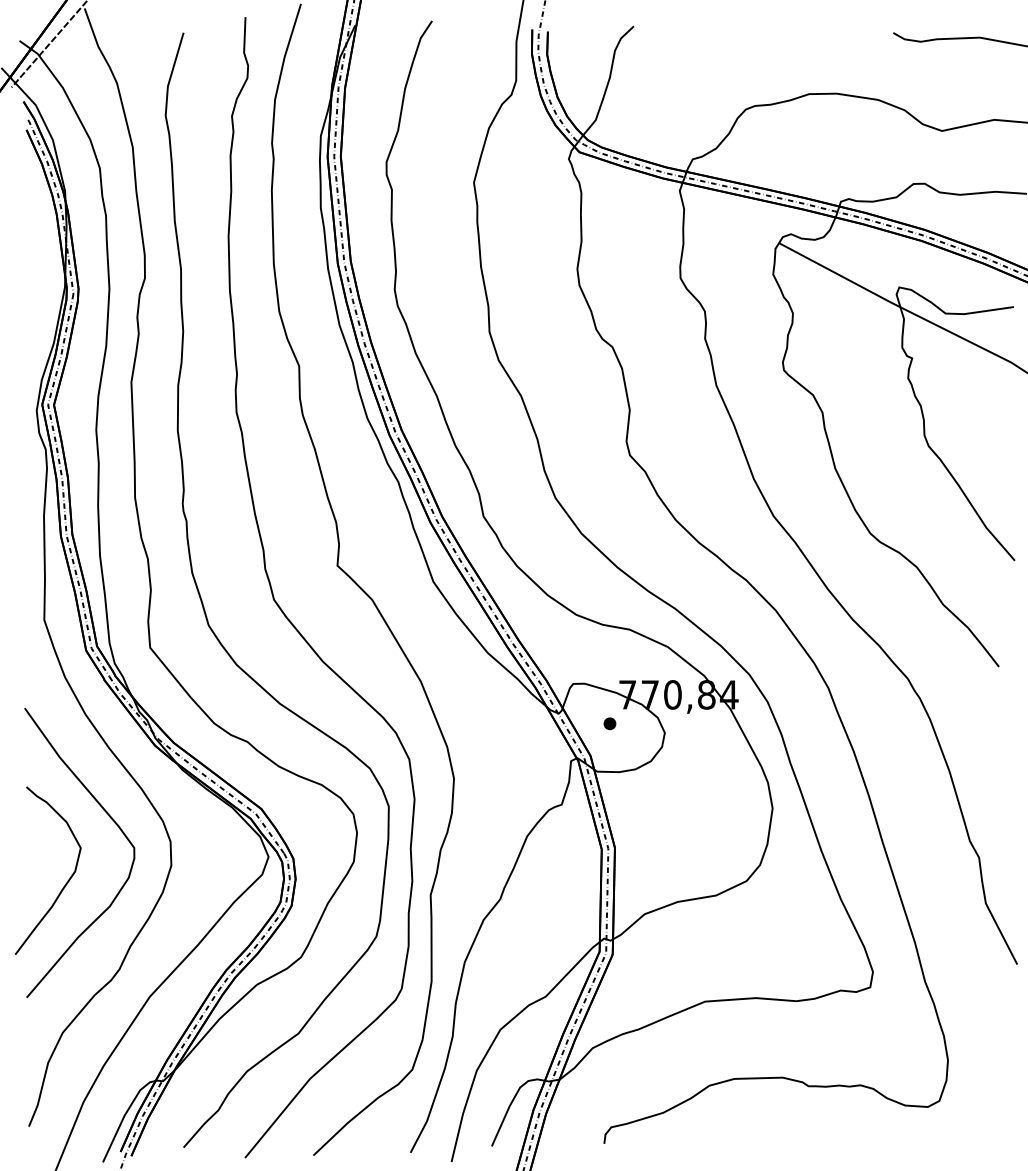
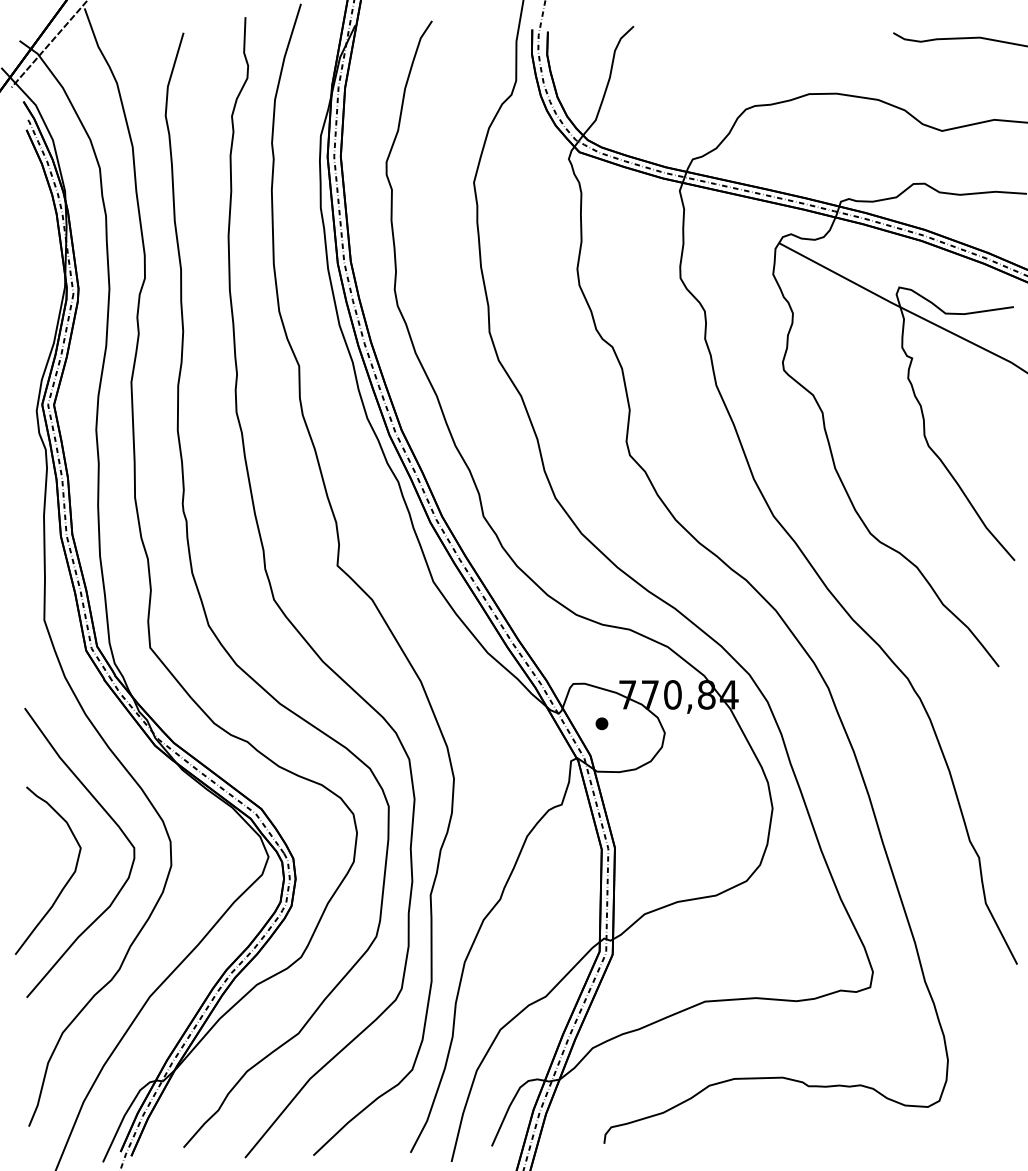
part at (609, 723) position: (609, 723) -> (601, 723)
